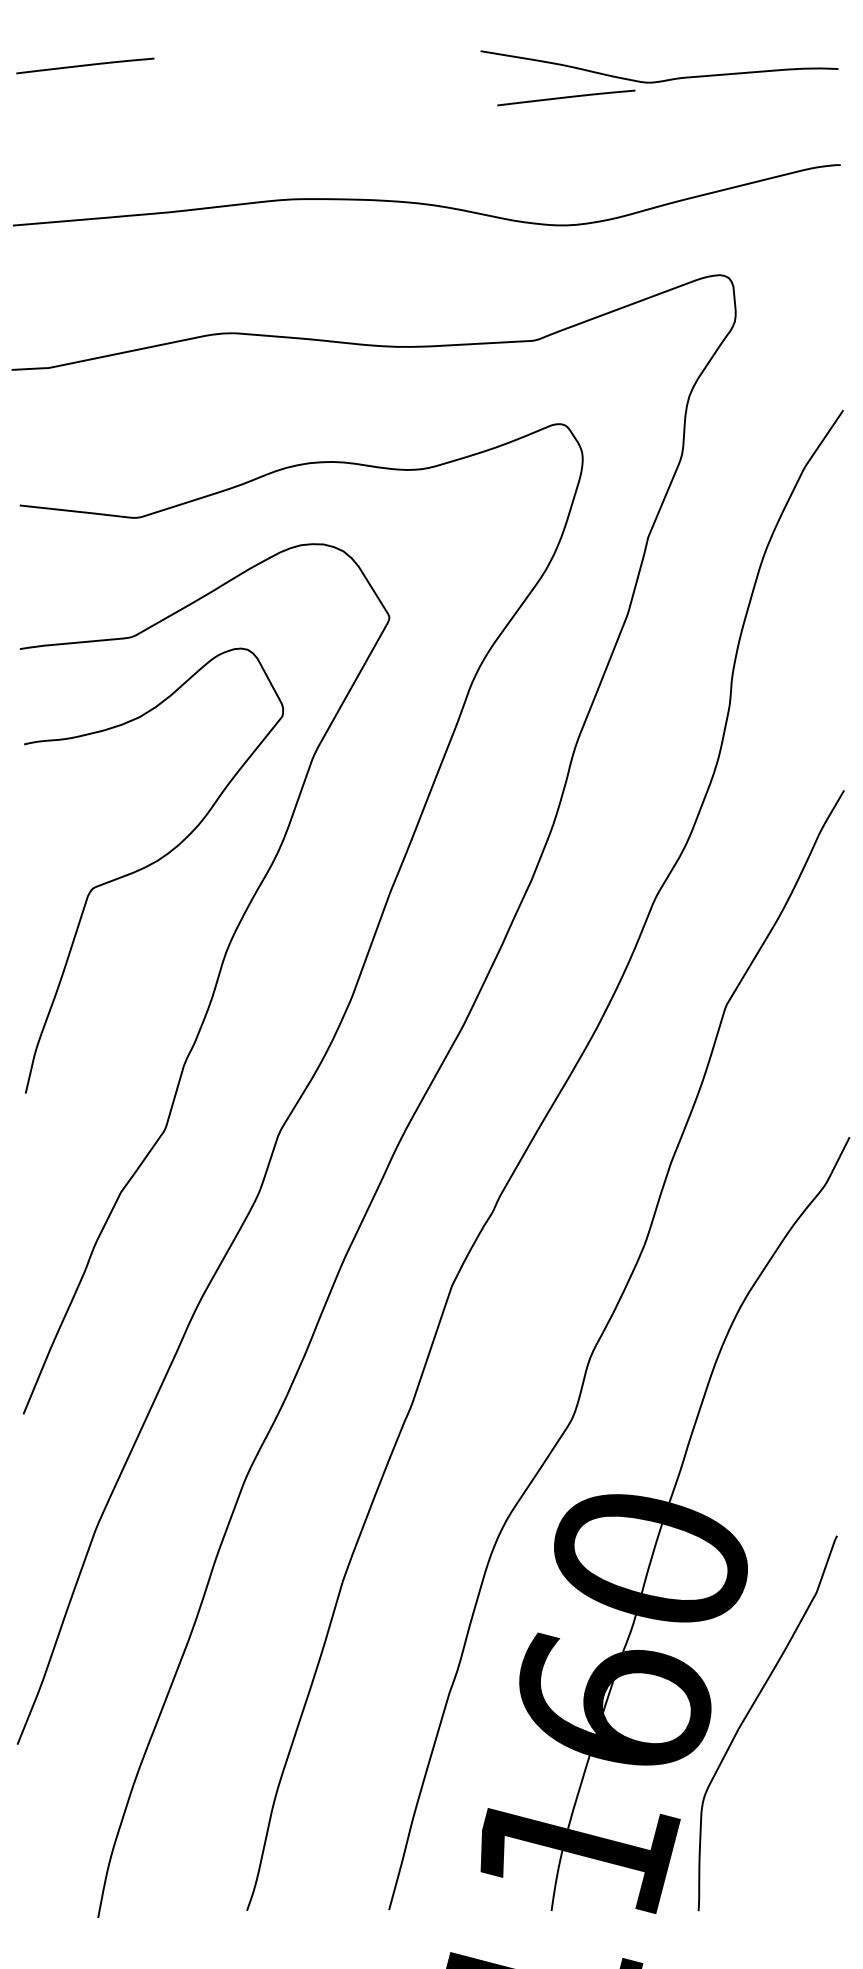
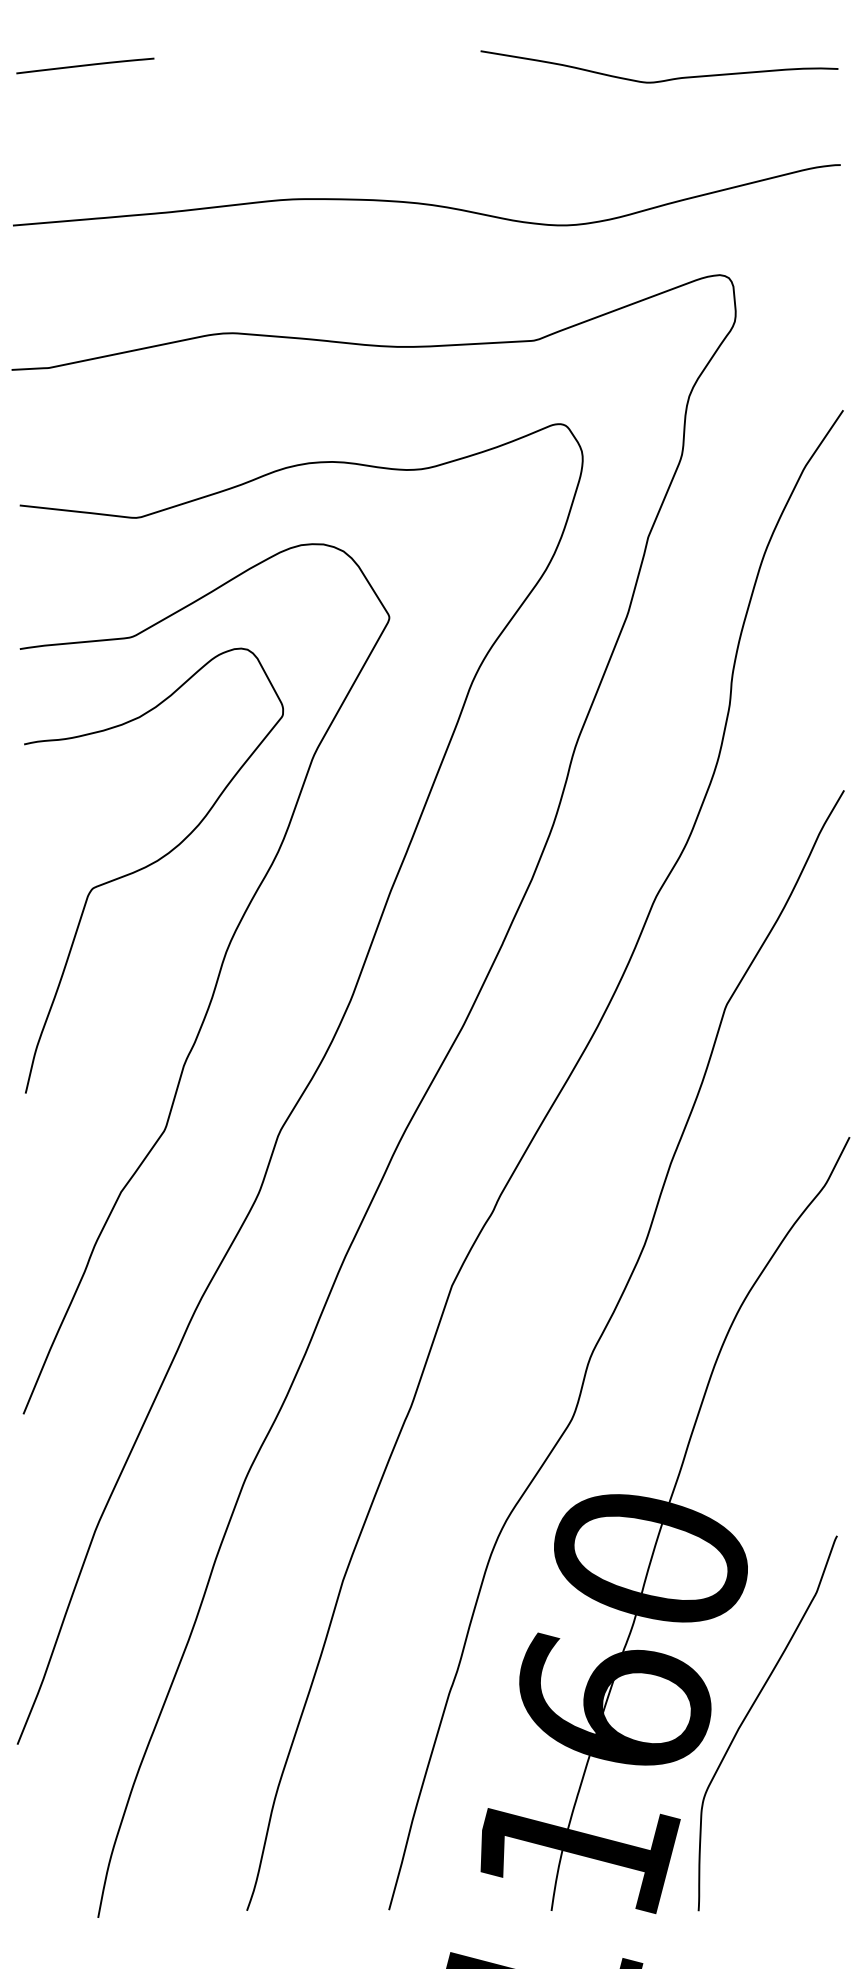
line at (566, 97): present -> none
